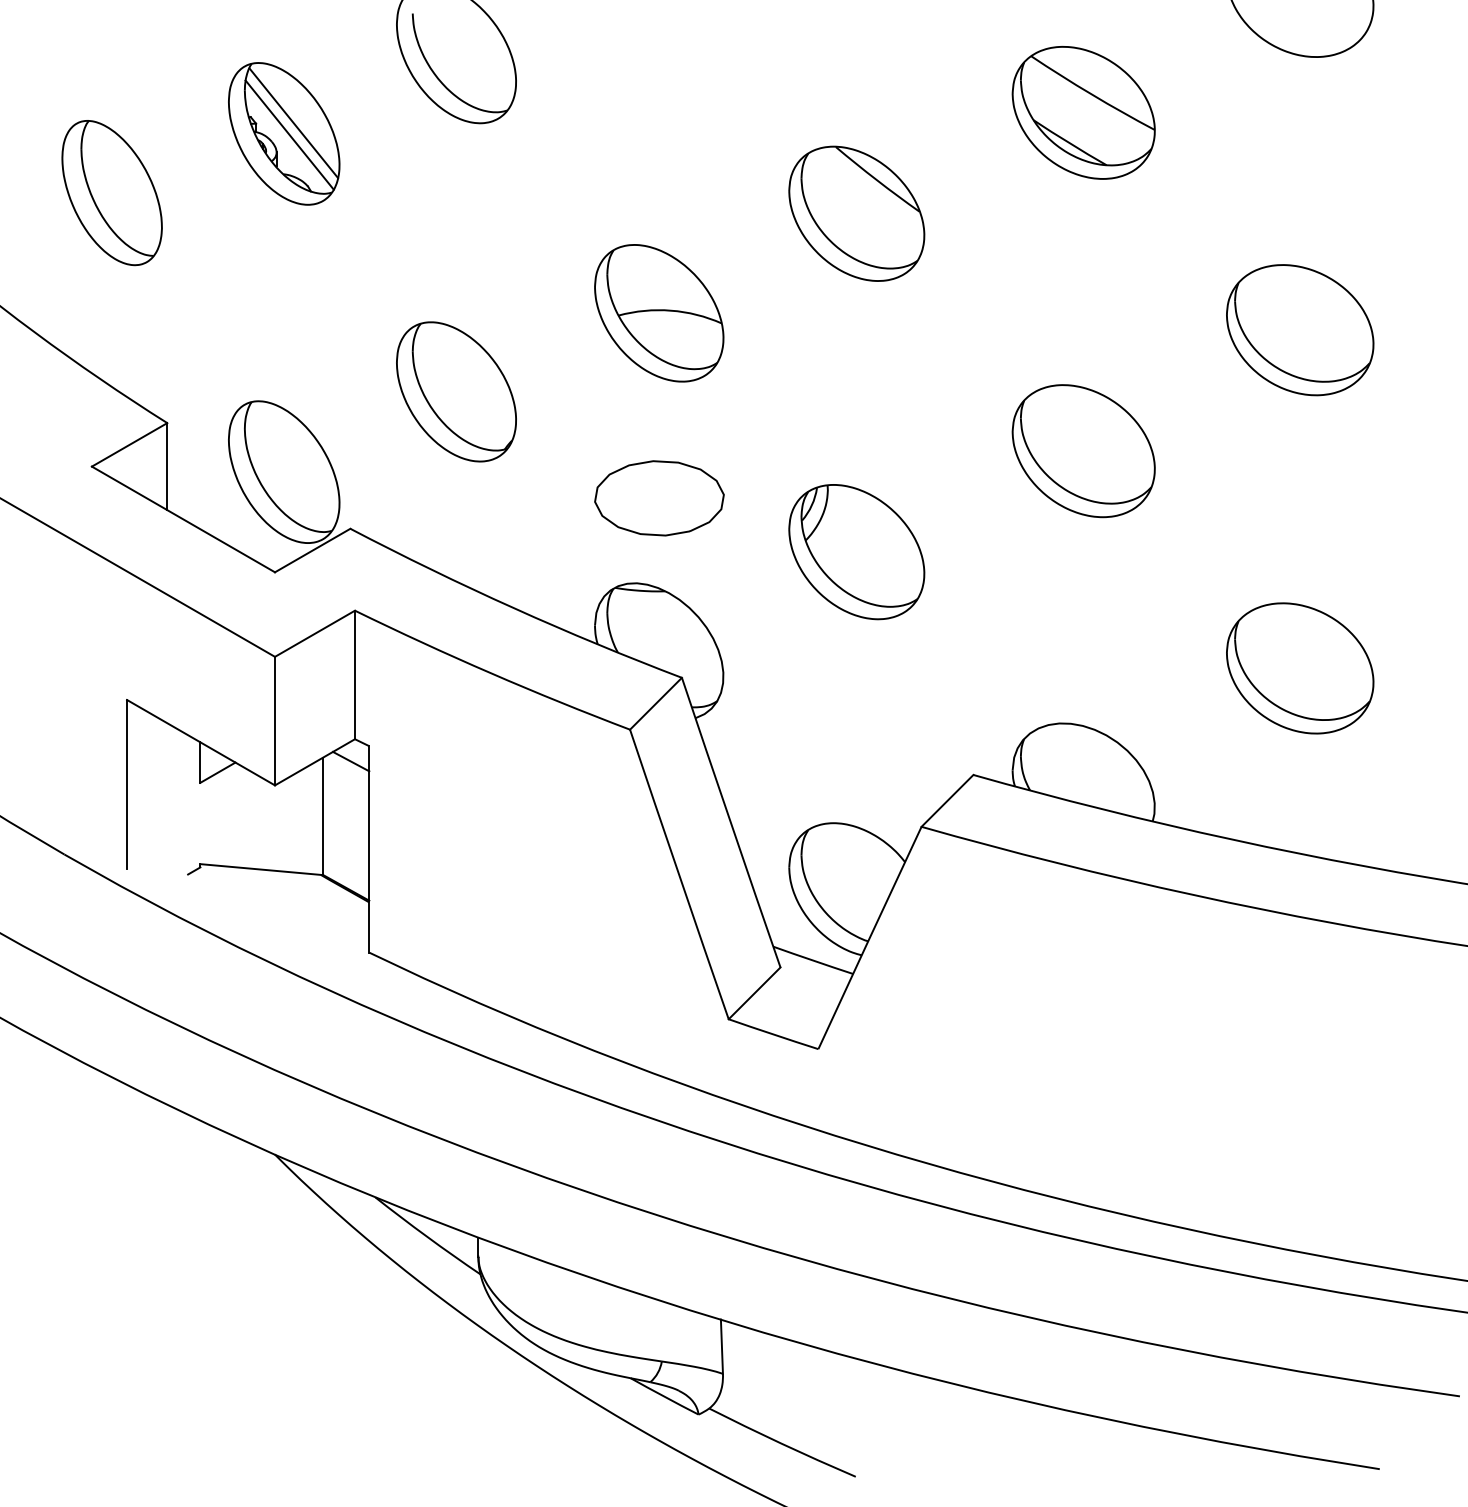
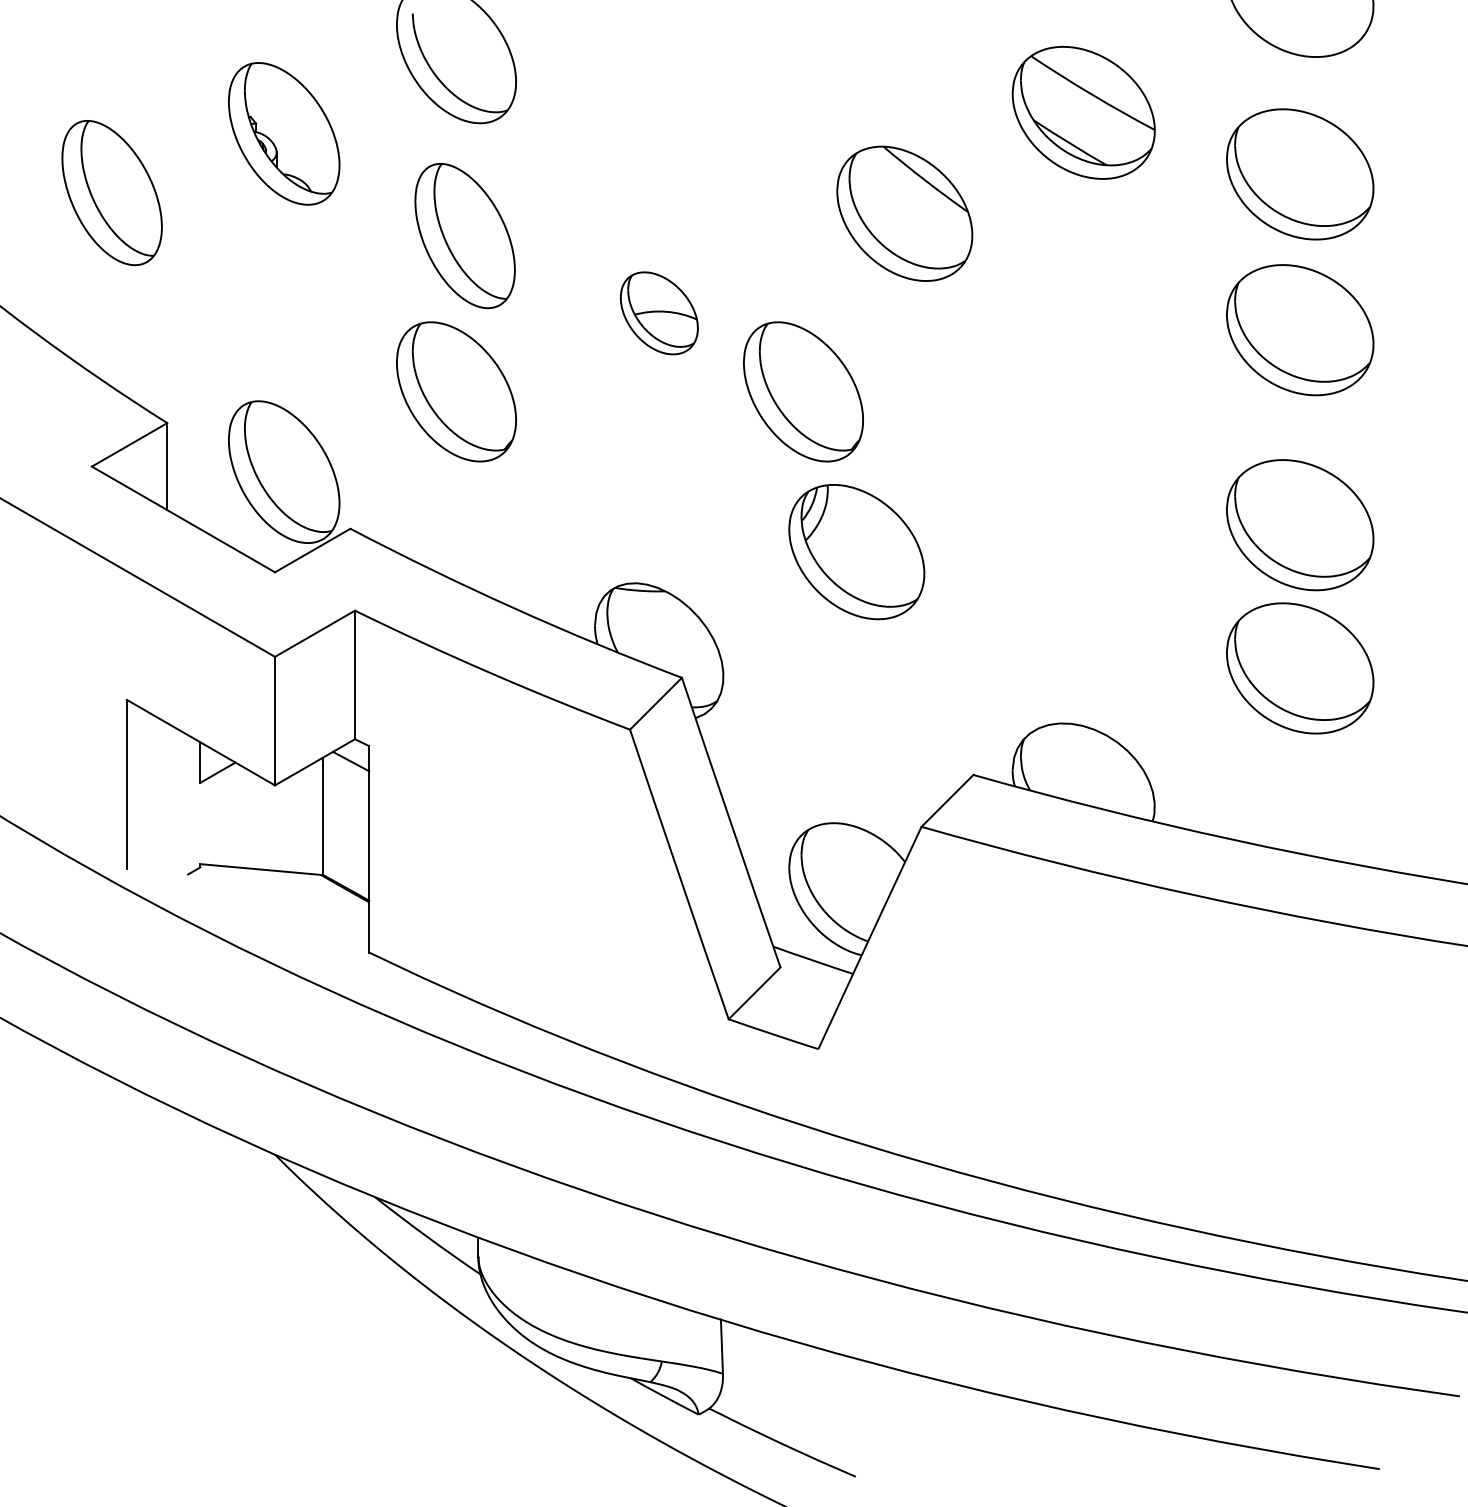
line at (293, 123): present -> none
line at (289, 134): present -> none
part at (1300, 174): none -> present
part at (856, 213) position: (856, 213) -> (904, 213)
part at (464, 236): none -> present
part at (659, 313) size: 131x139 px -> 80x85 px
part at (803, 391): none -> present
part at (1083, 451): present -> none
part at (659, 498): present -> none
part at (1300, 525): none -> present
